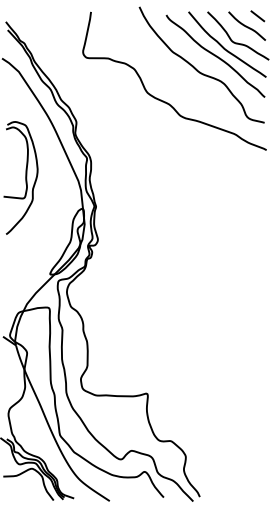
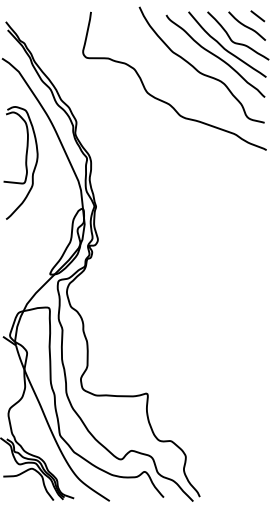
part at (20, 177) position: (20, 177) -> (20, 162)
